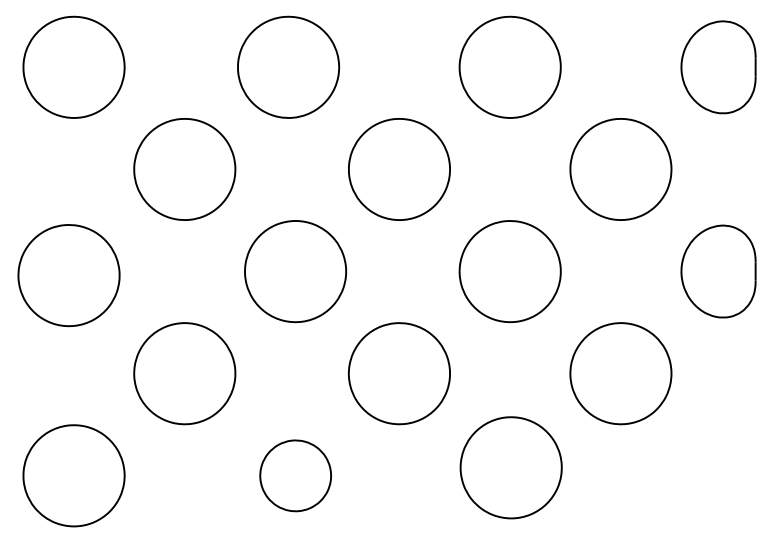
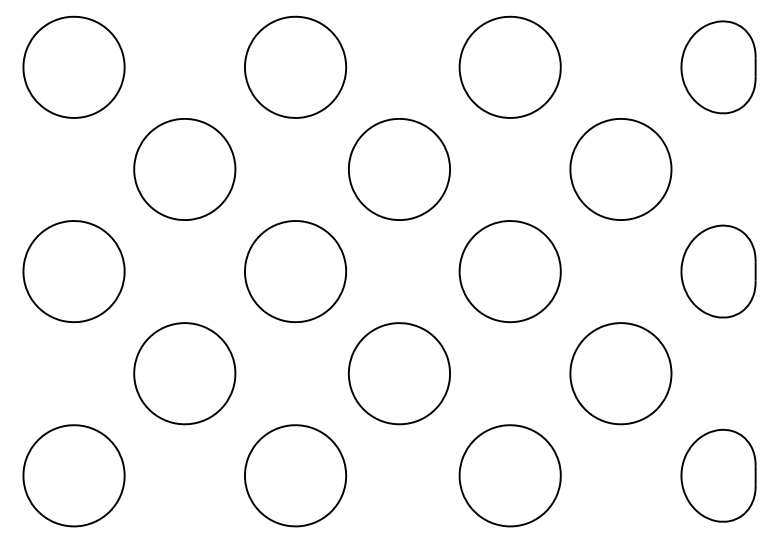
part at (288, 66) position: (288, 66) -> (295, 66)
part at (68, 275) position: (68, 275) -> (73, 271)
part at (510, 467) position: (510, 467) -> (509, 475)
part at (295, 475) size: 73x74 px -> 104x104 px
part at (718, 475): none -> present
